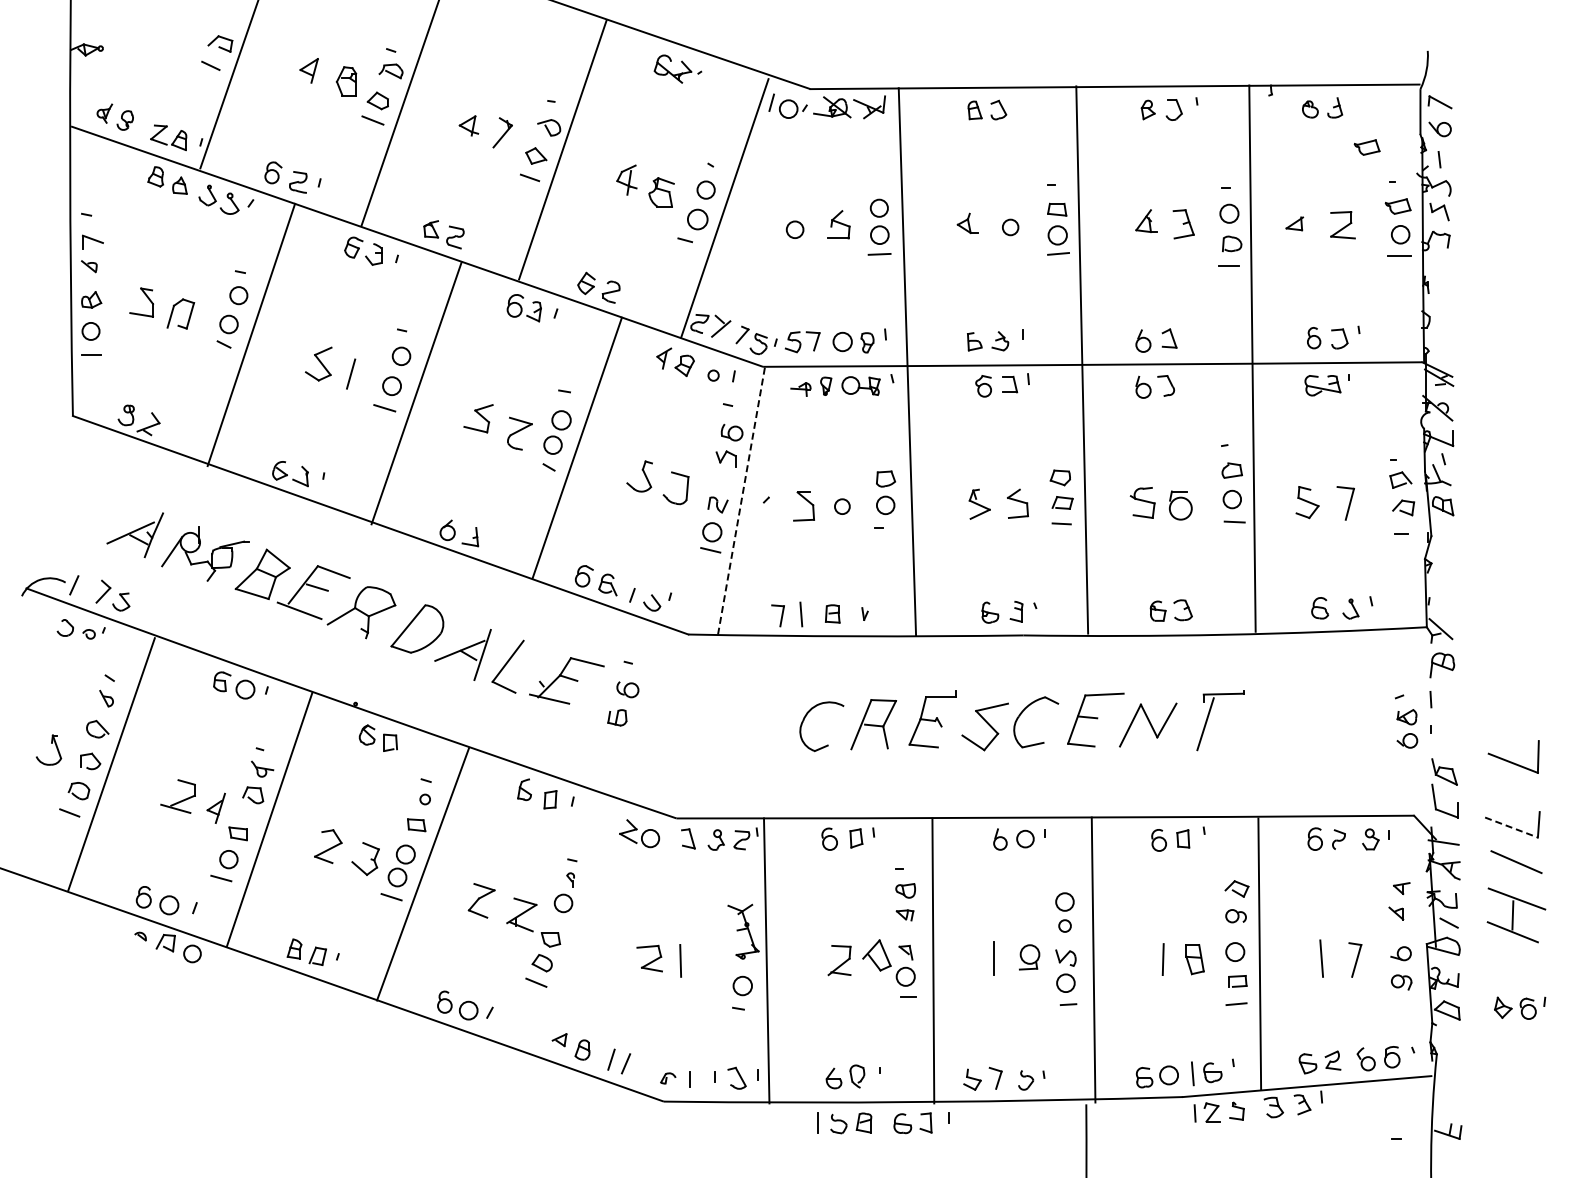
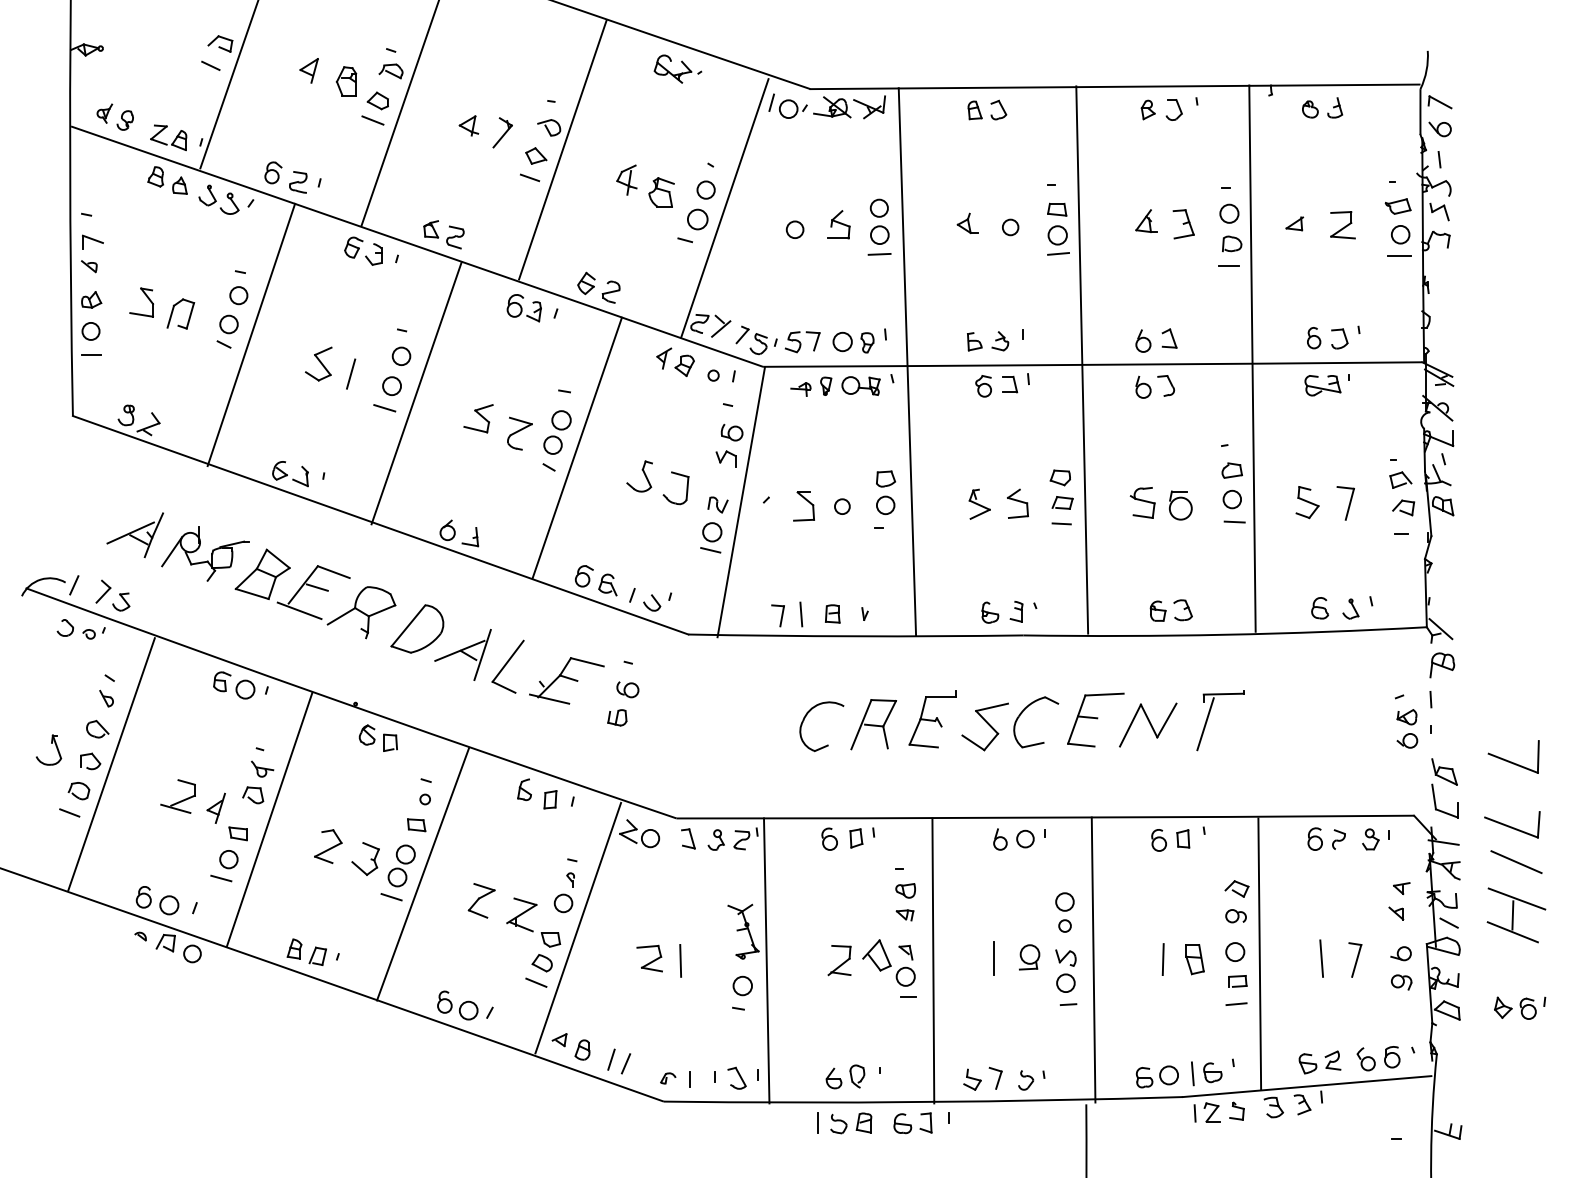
part at (1366, 147): present -> none
line at (741, 502): dashed -> solid
line at (1511, 827): dashed -> solid
line at (578, 927): none -> present
